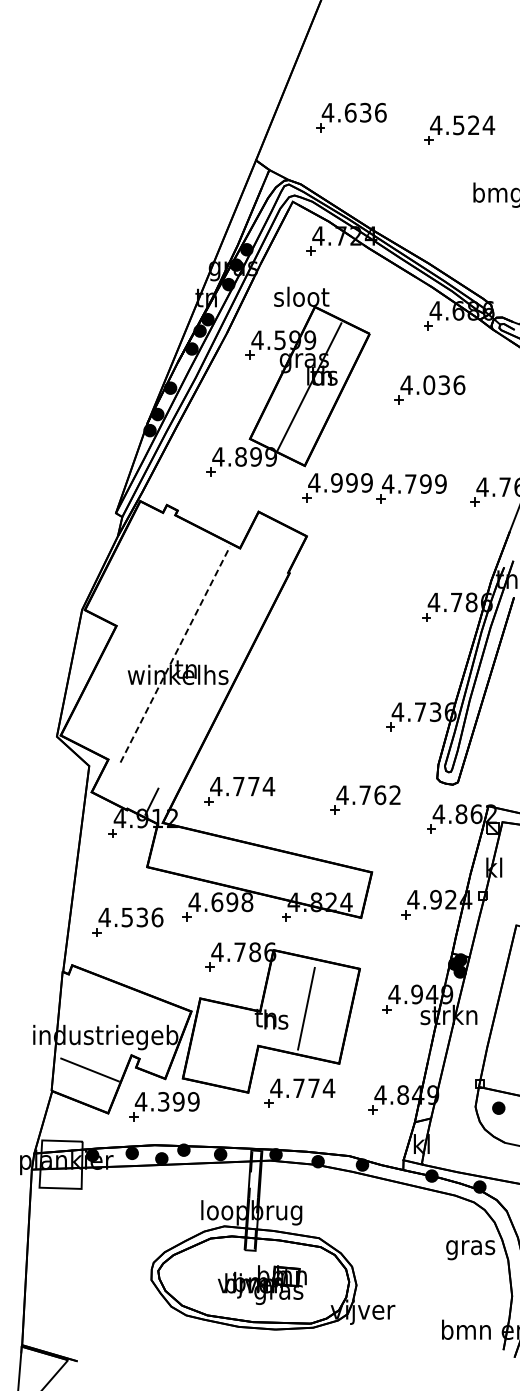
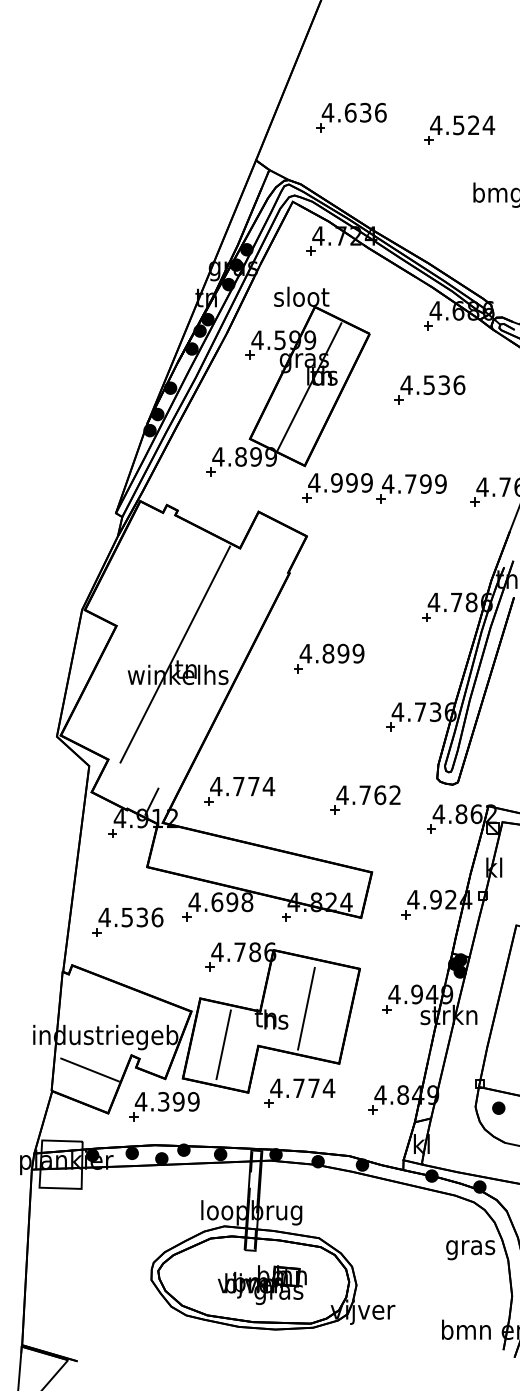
text at (429, 385): 4.036 -> 4.536
line at (175, 654): dashed -> solid
part at (329, 658): none -> present
line at (223, 1044): none -> present
